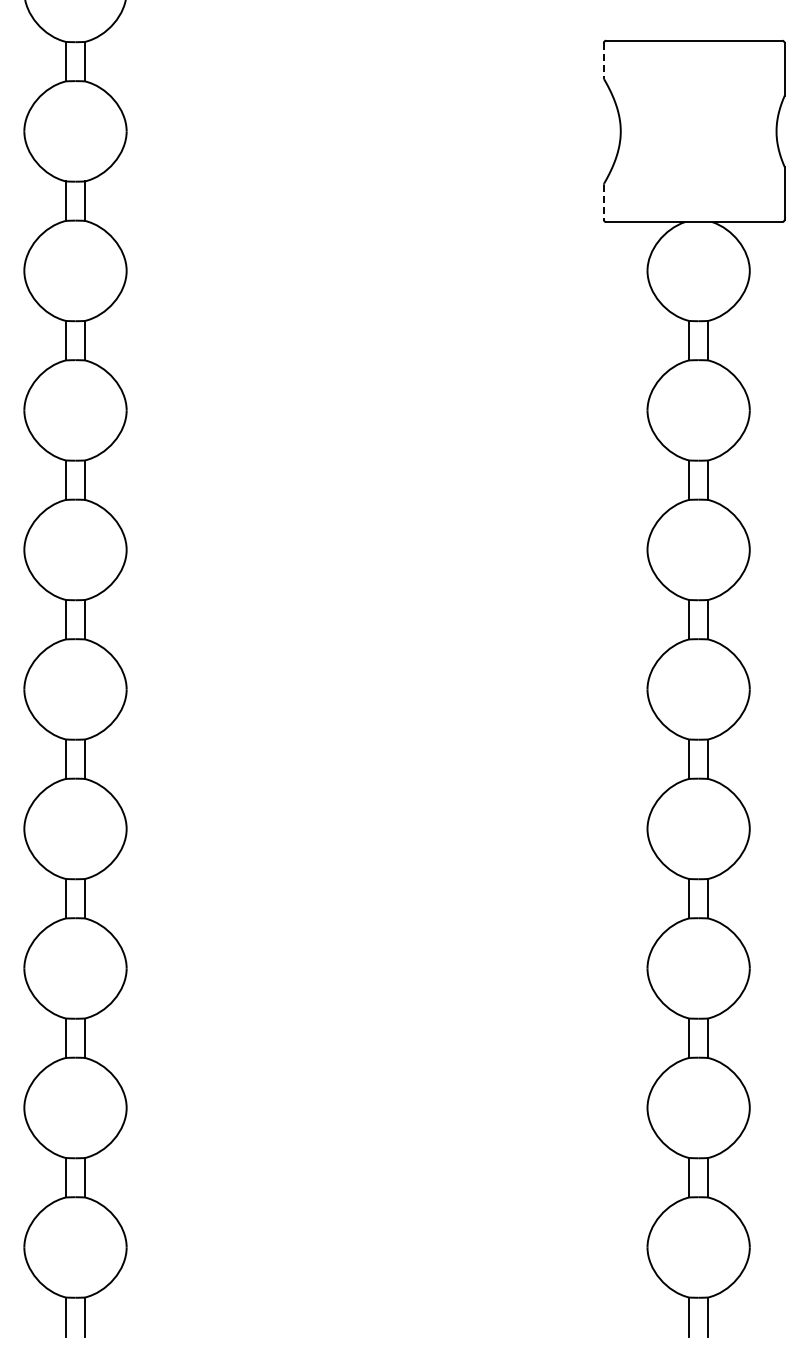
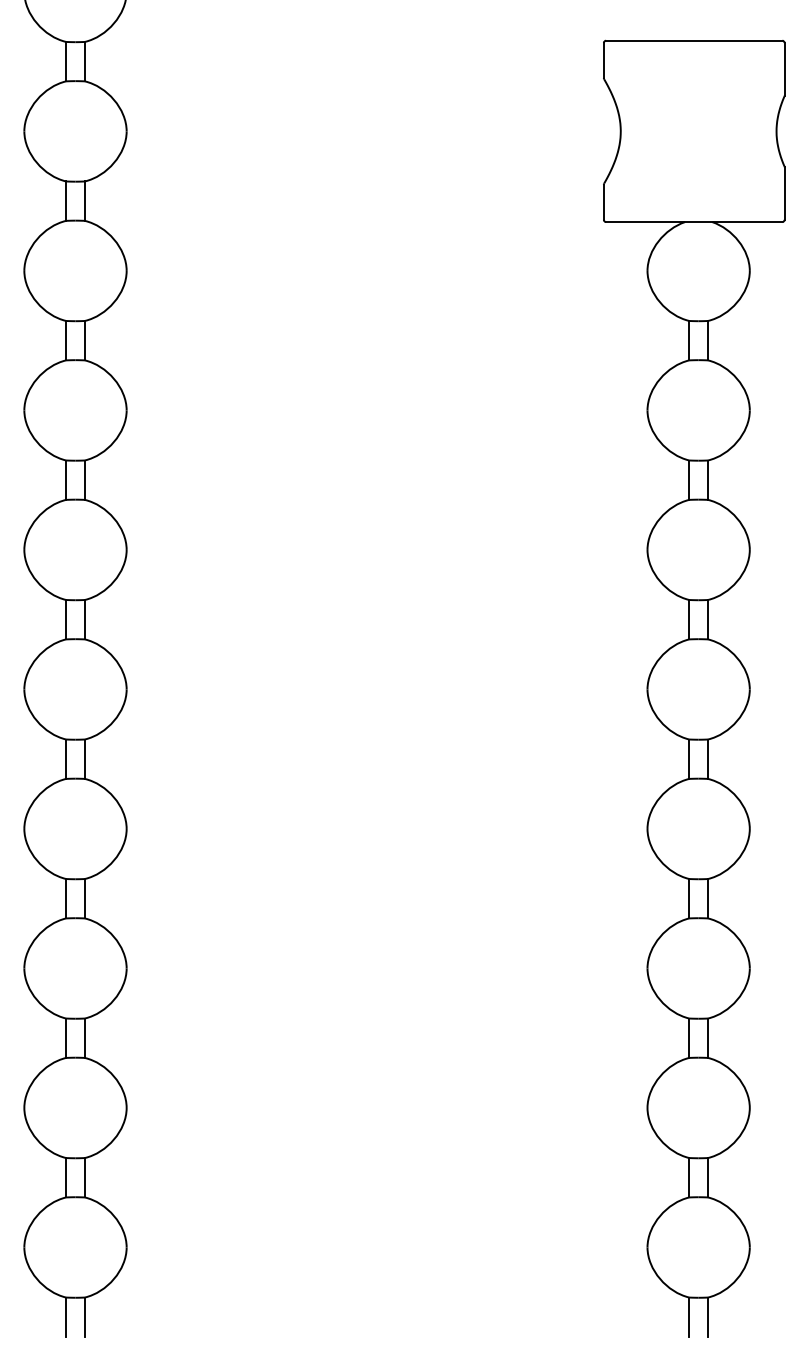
line at (603, 60): dashed -> solid
line at (603, 202): dashed -> solid
